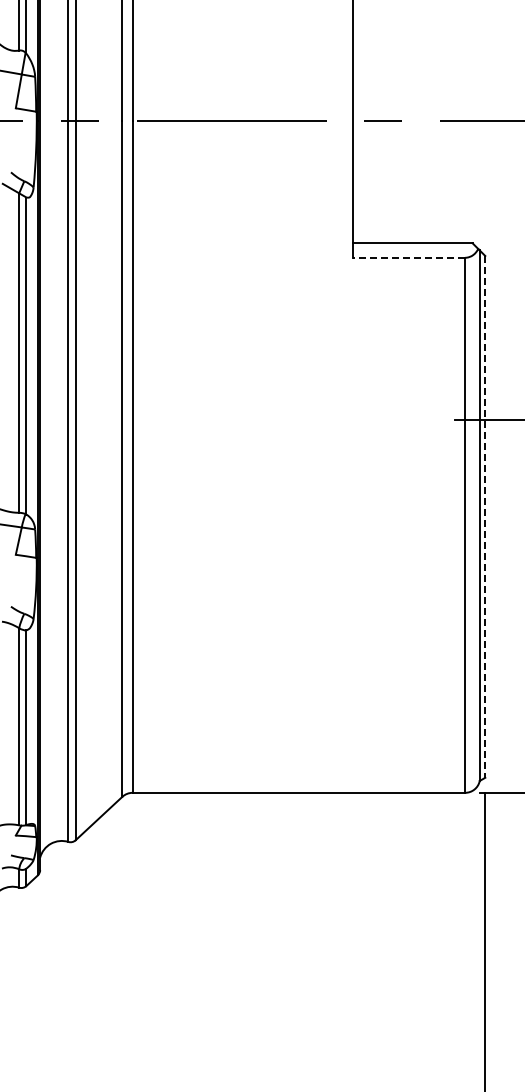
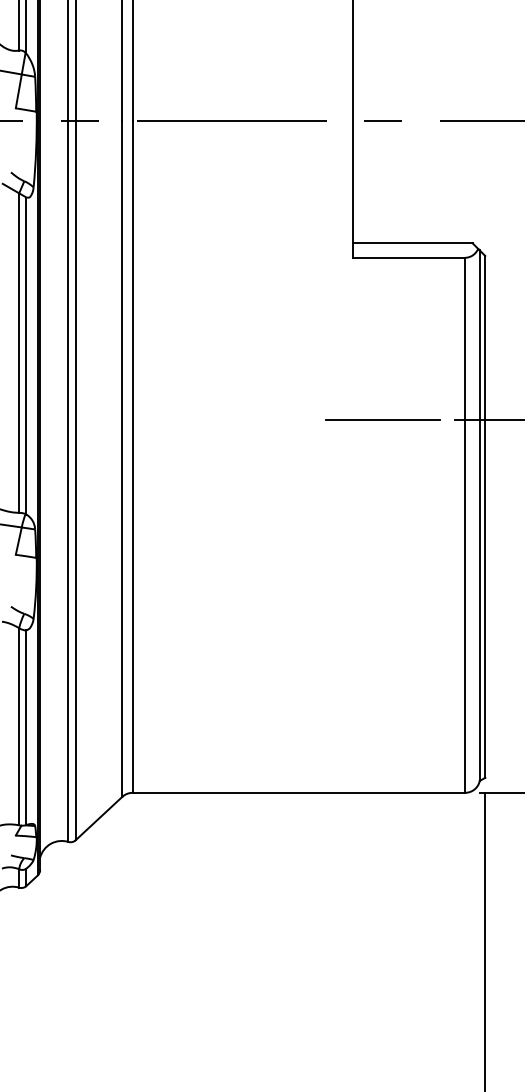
line at (409, 257): dashed -> solid
line at (382, 419): none -> present
line at (485, 516): dashed -> solid
